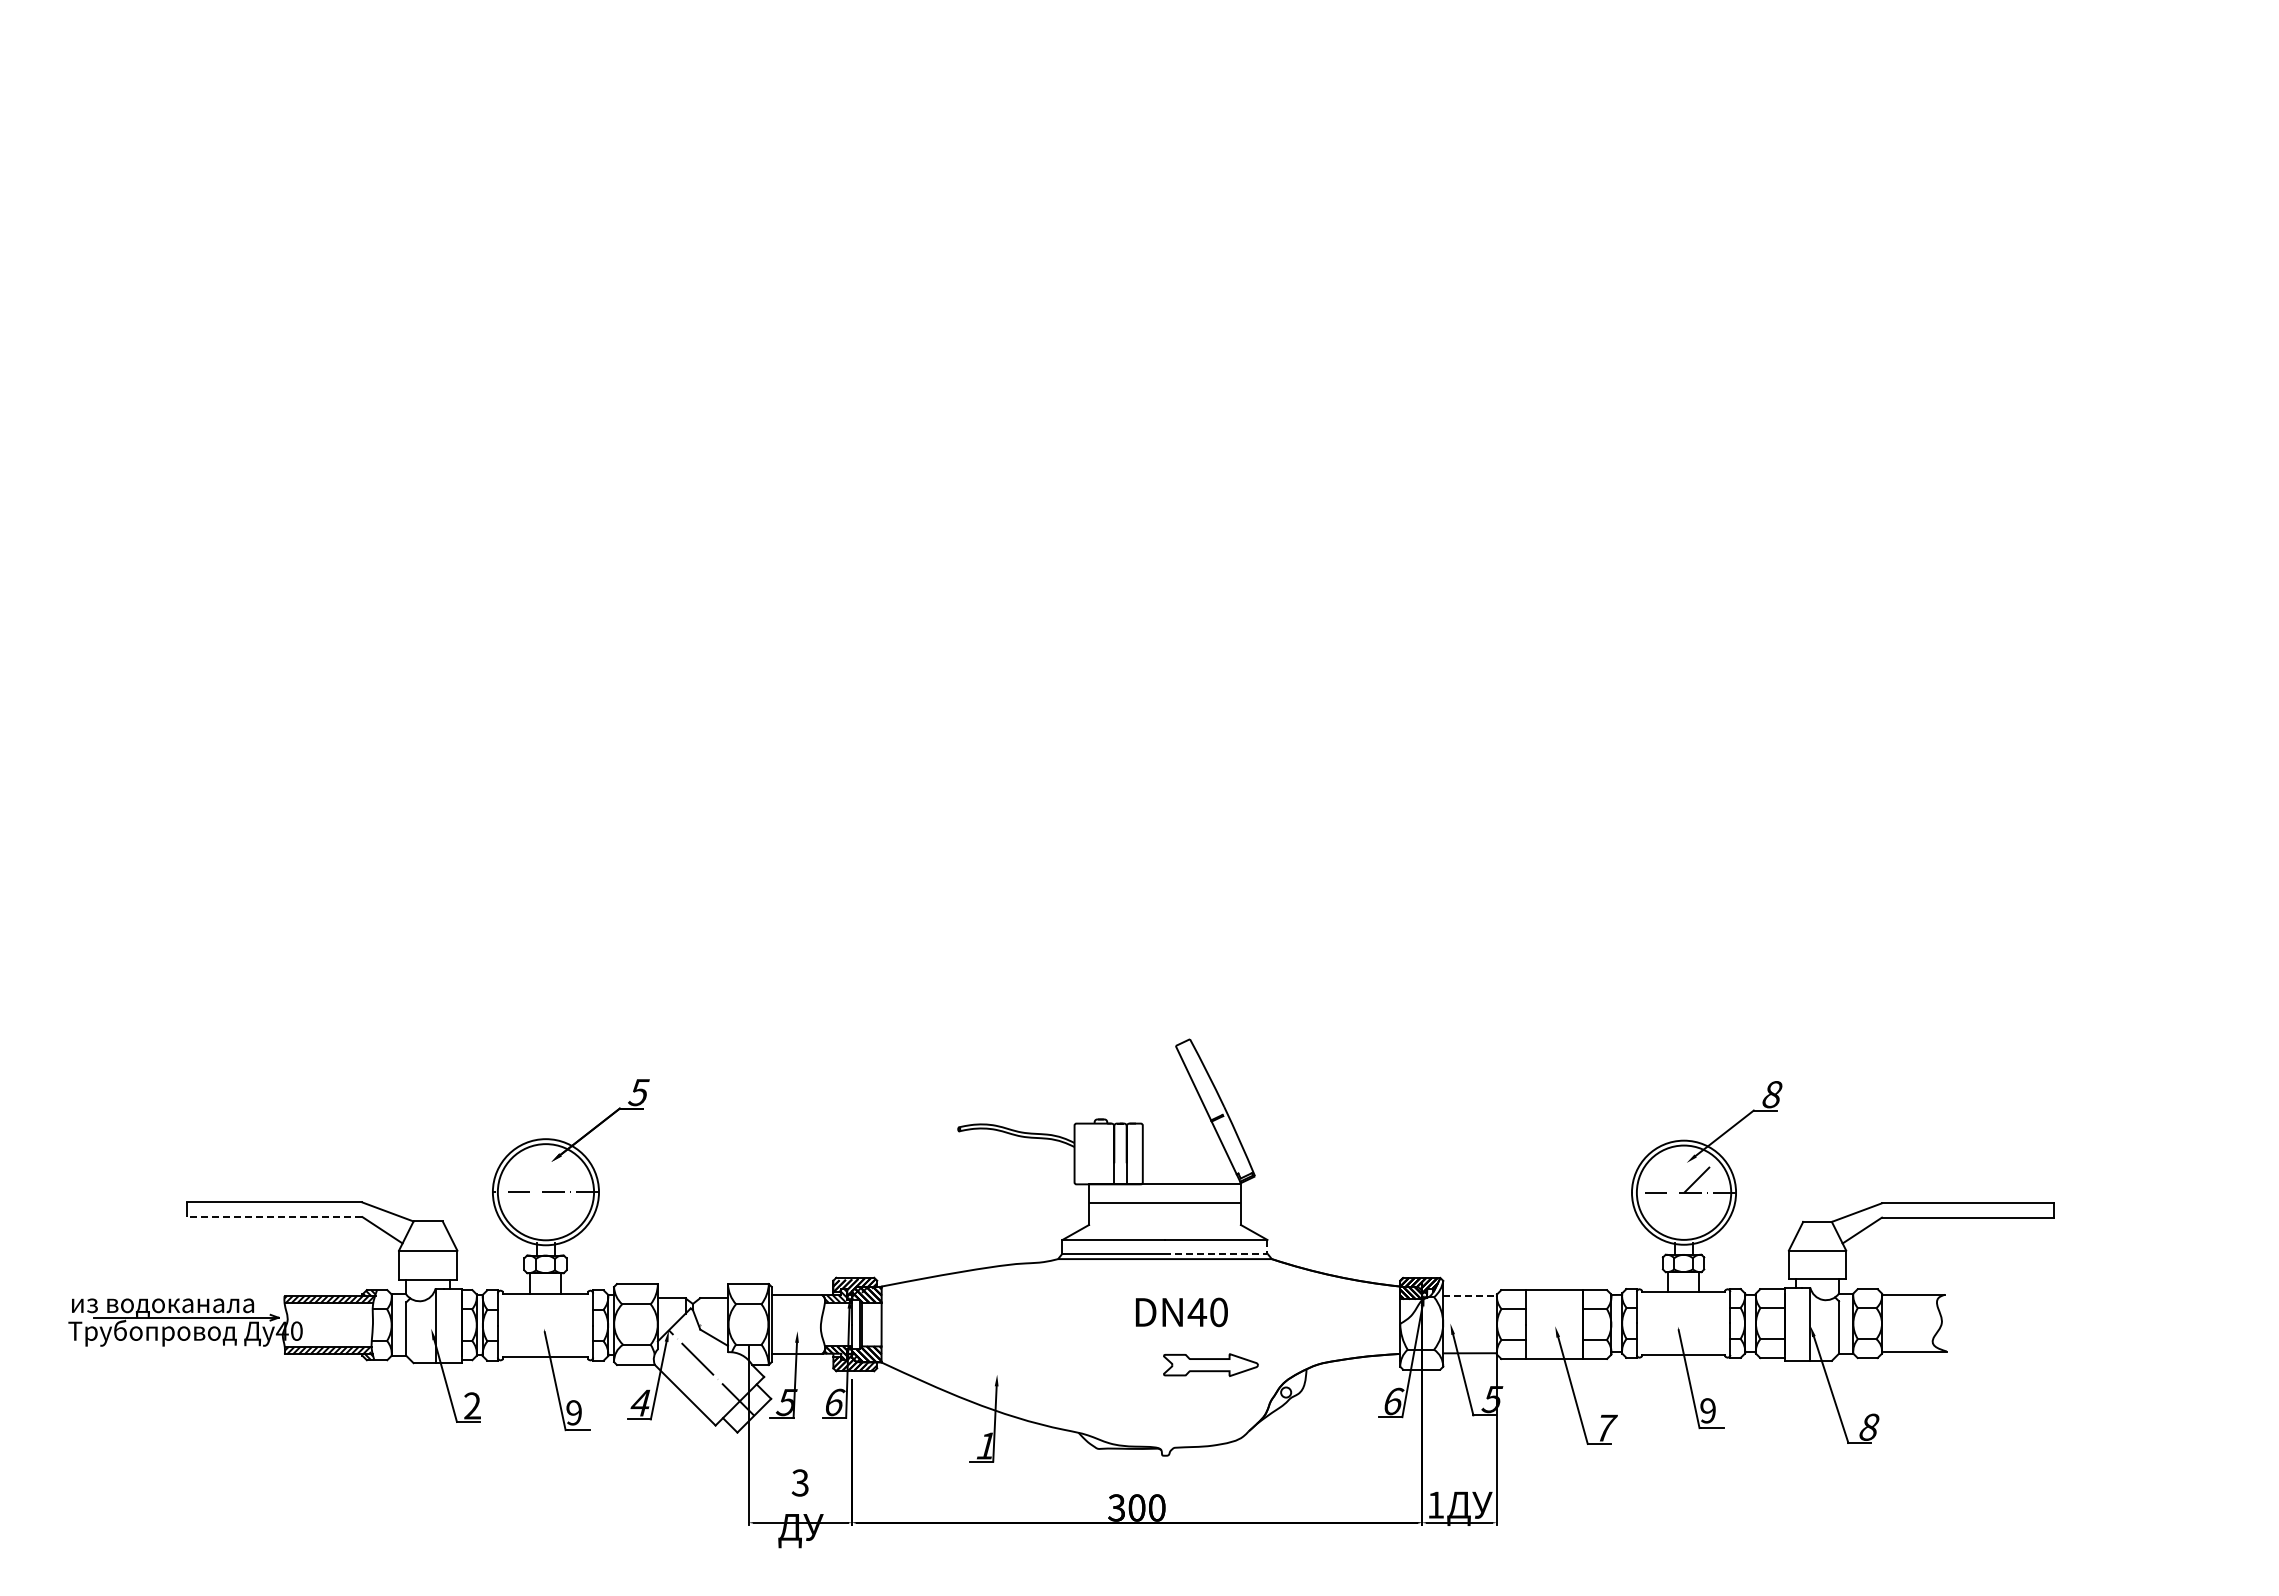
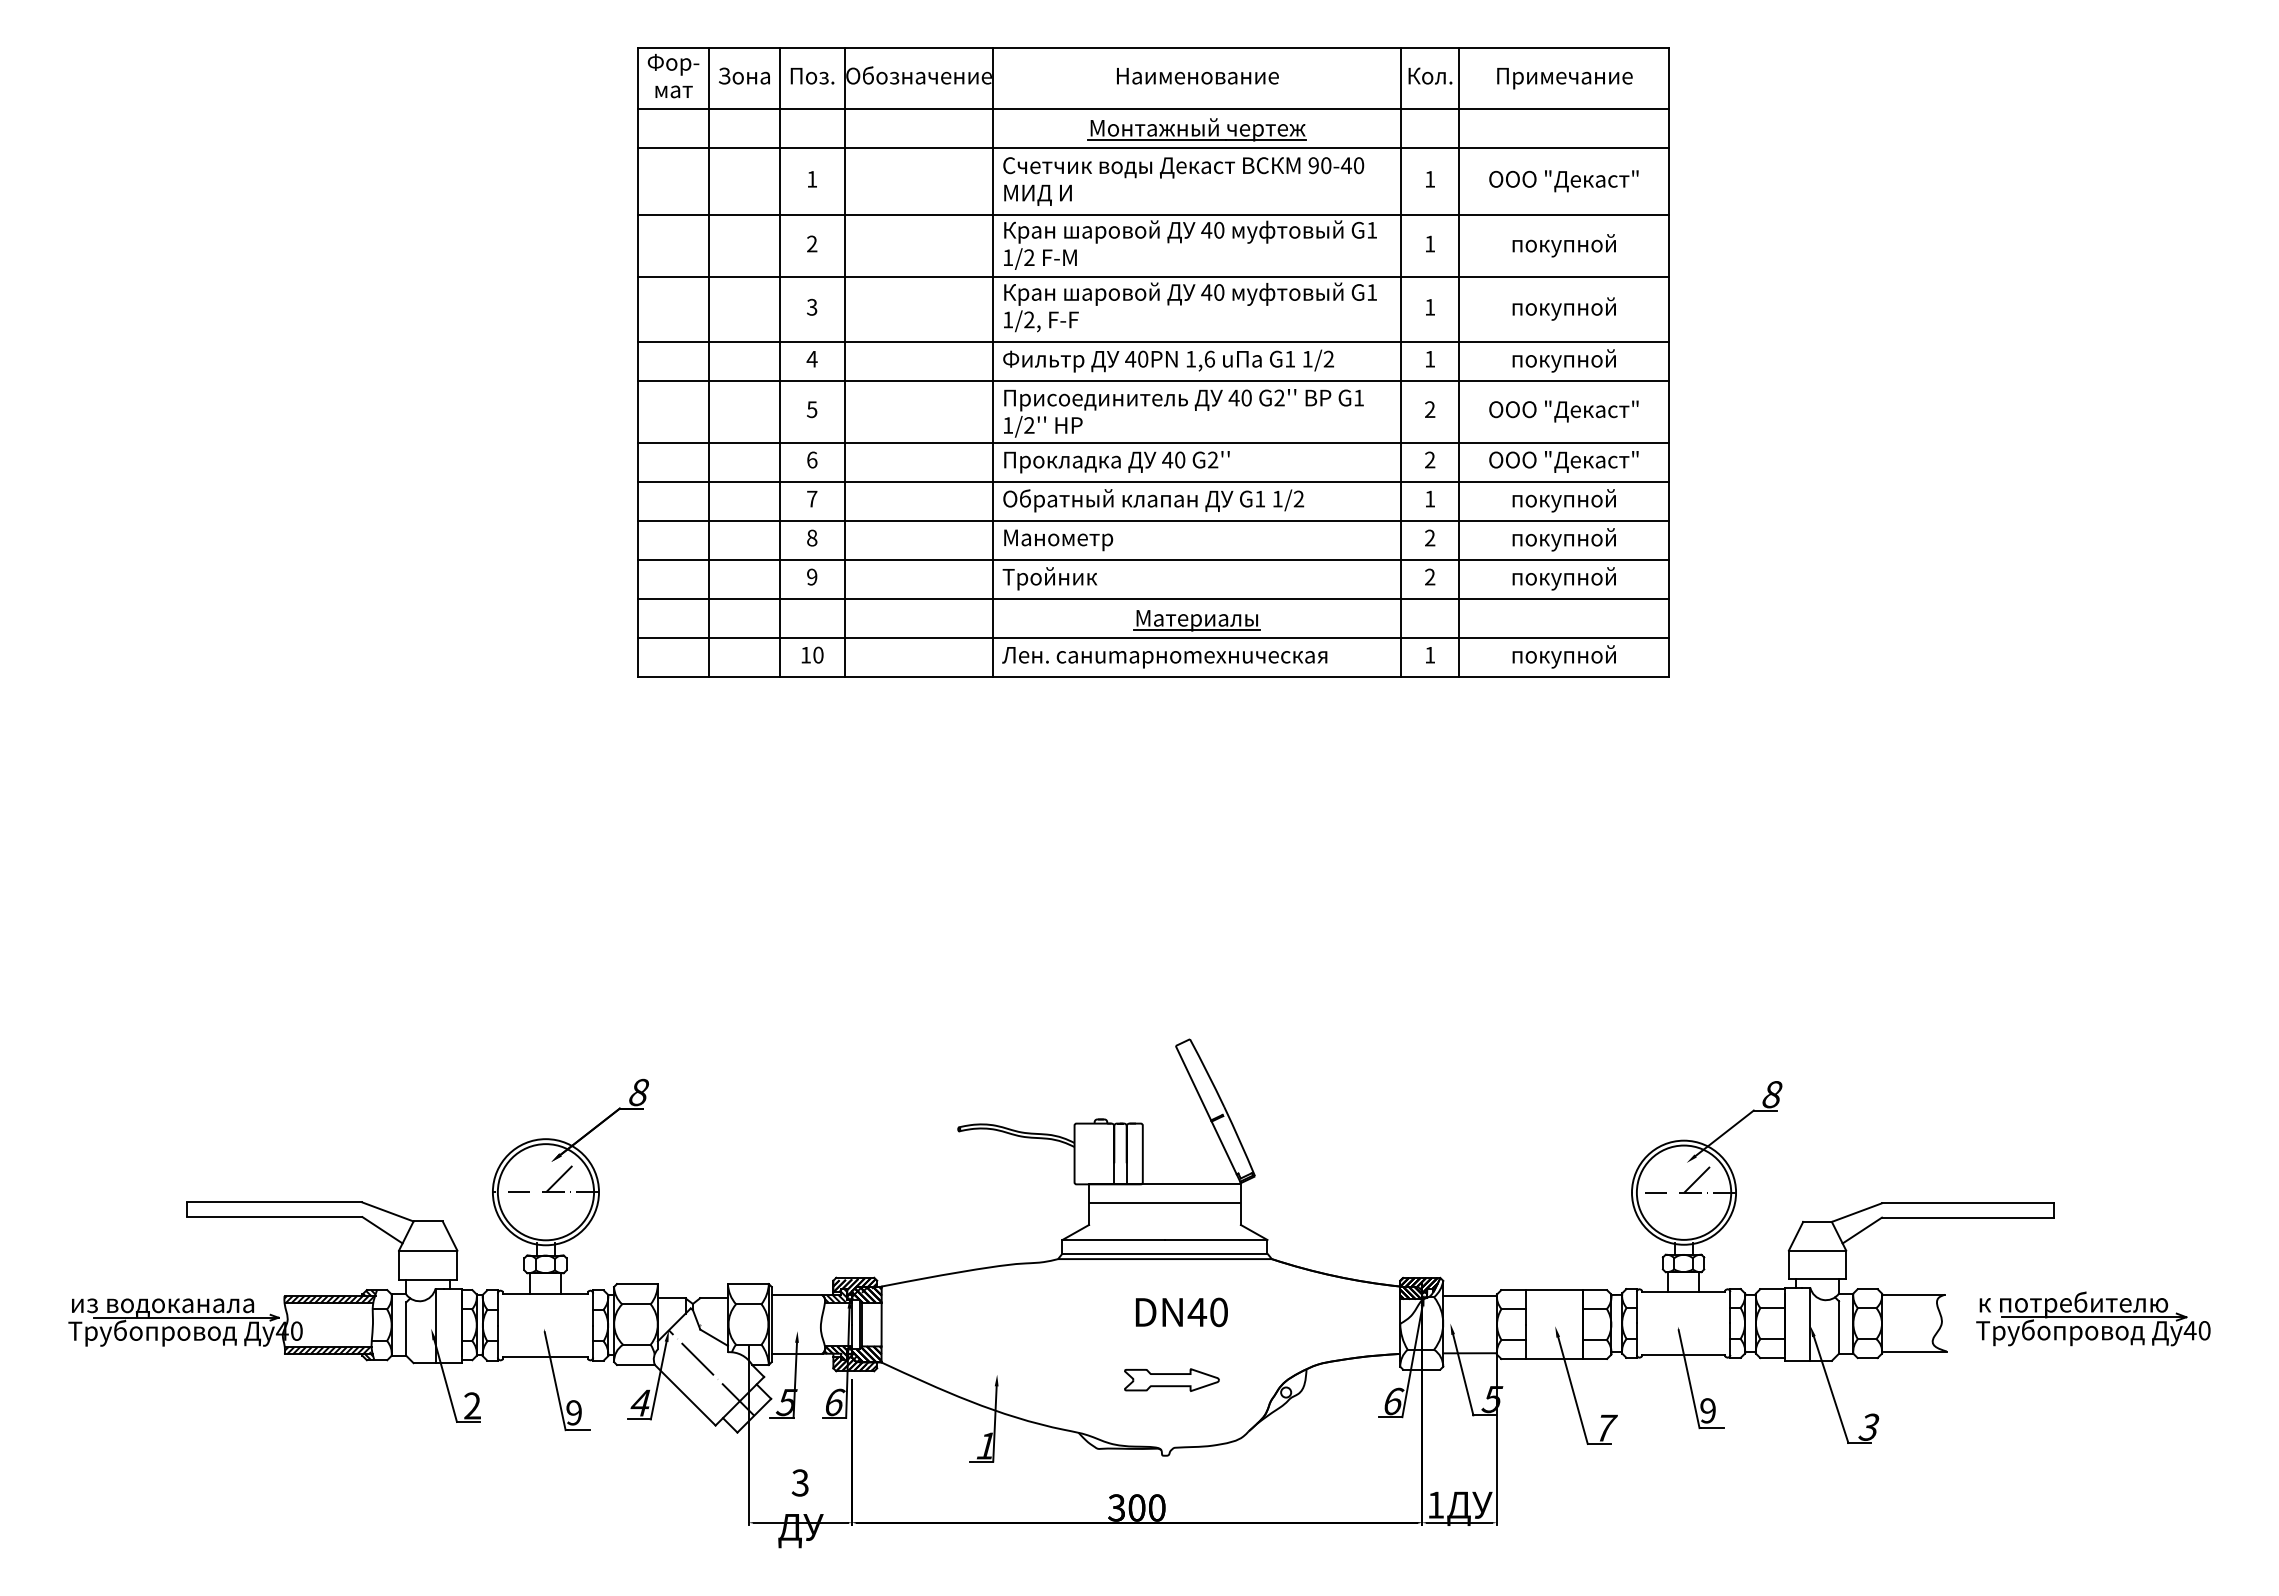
part at (1153, 362): none -> present
text at (638, 1092): 5 -> 8
line at (558, 1178): none -> present
line at (274, 1217): dashed -> solid
line at (1223, 1253): dashed -> solid
line at (1470, 1295): dashed -> solid
part at (2093, 1318): none -> present
part at (1210, 1364) position: (1210, 1364) -> (1171, 1379)
text at (1868, 1426): 8 -> 3
